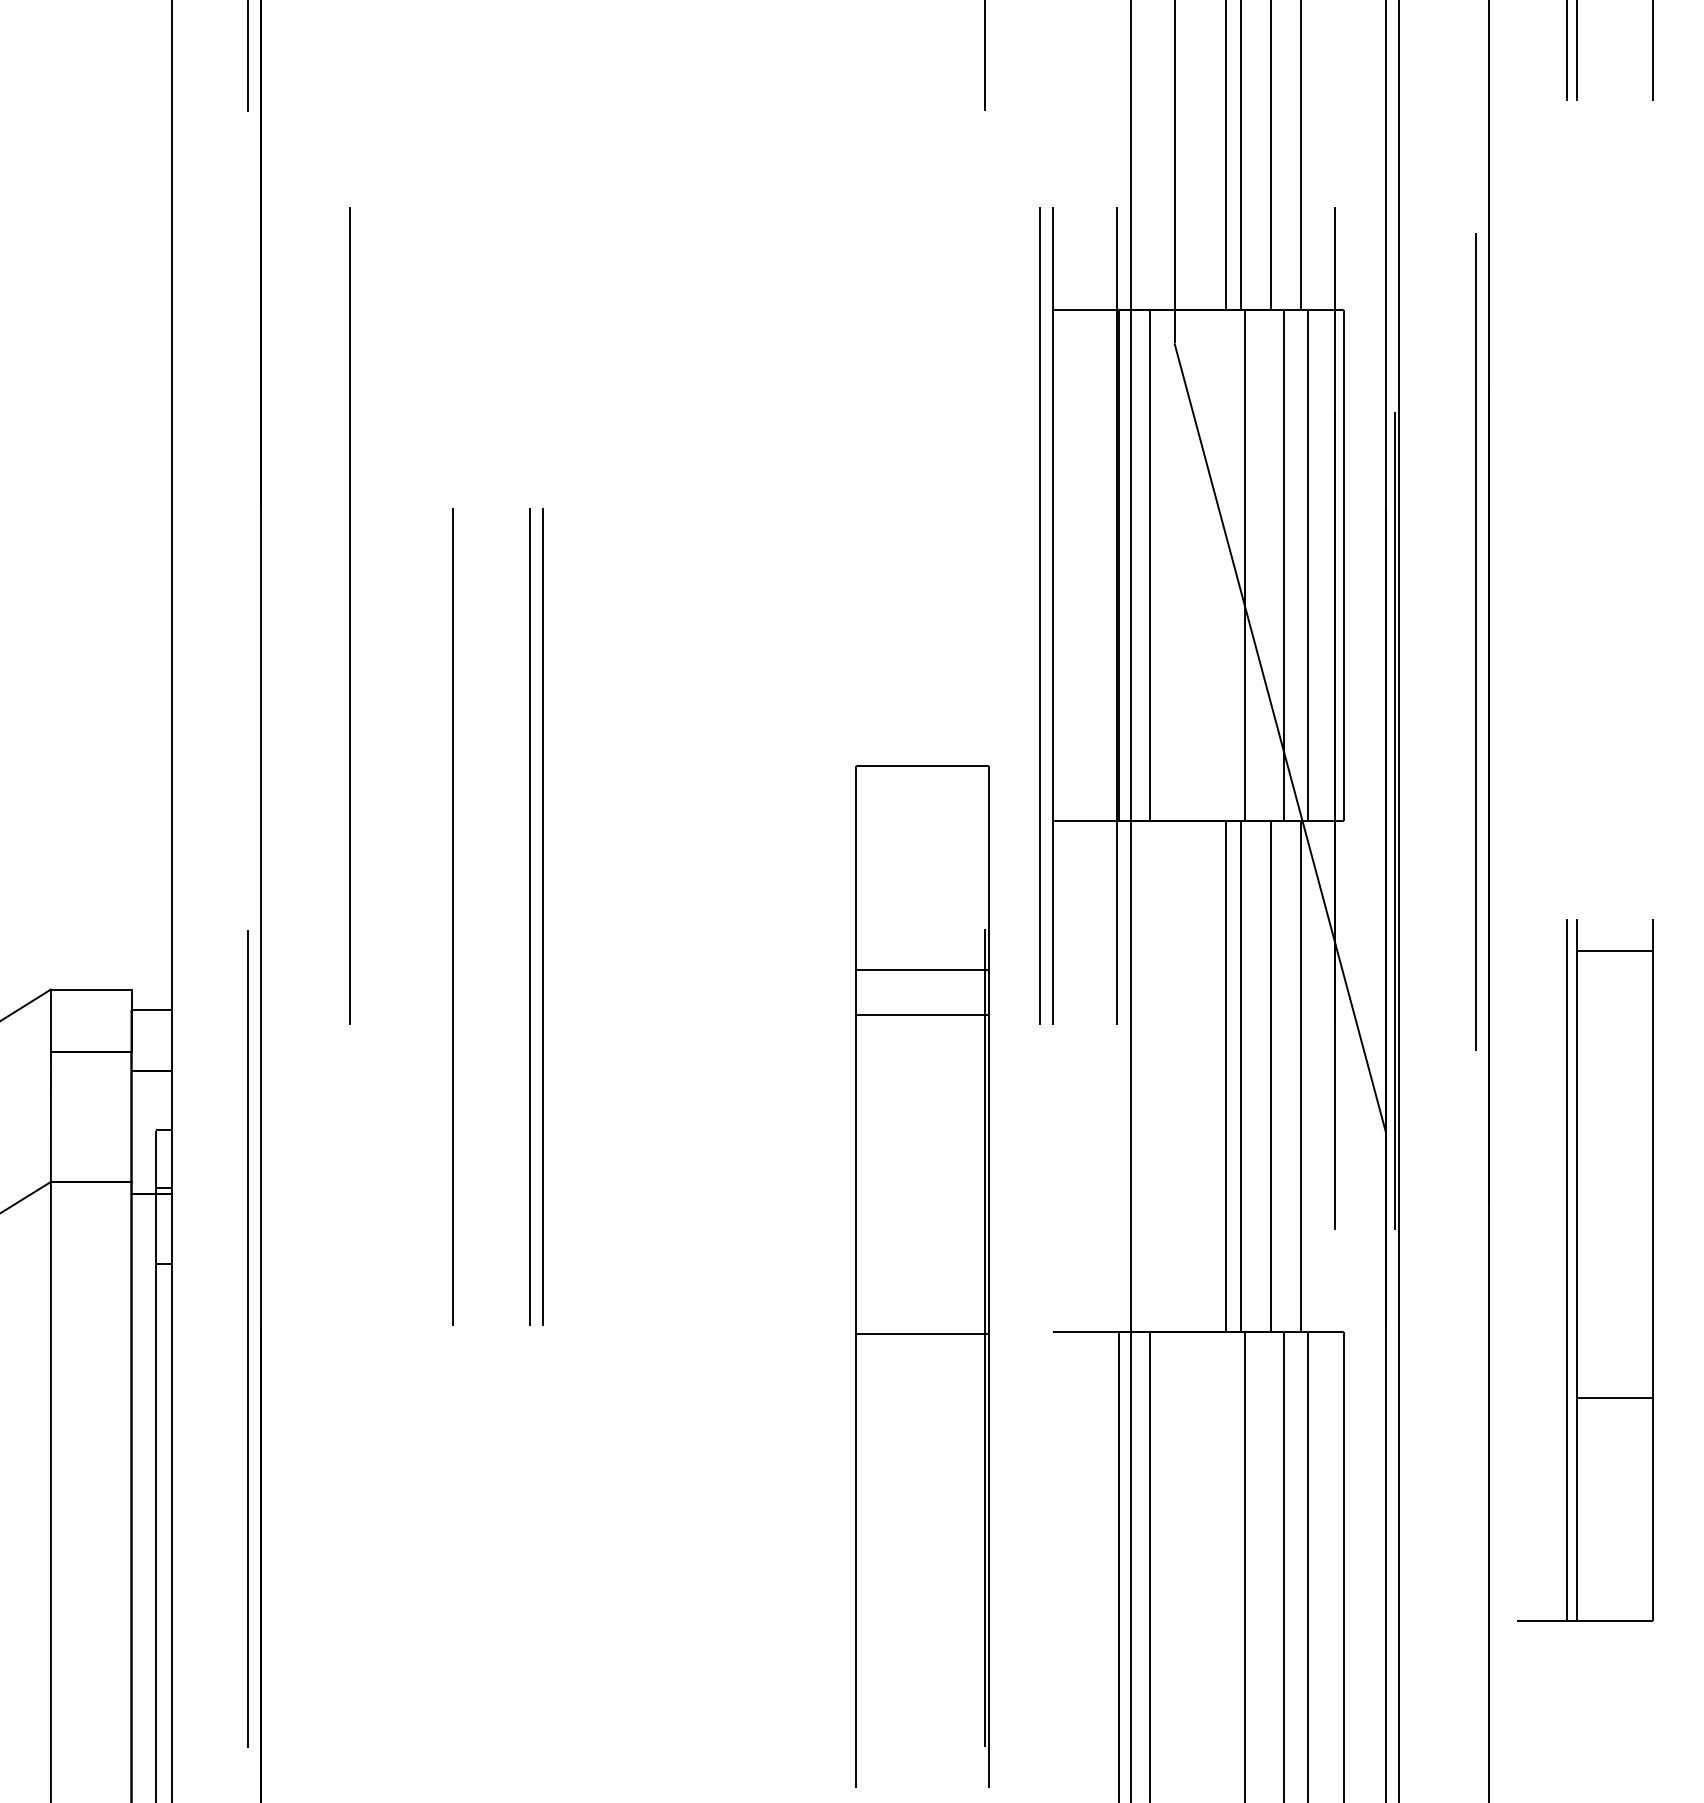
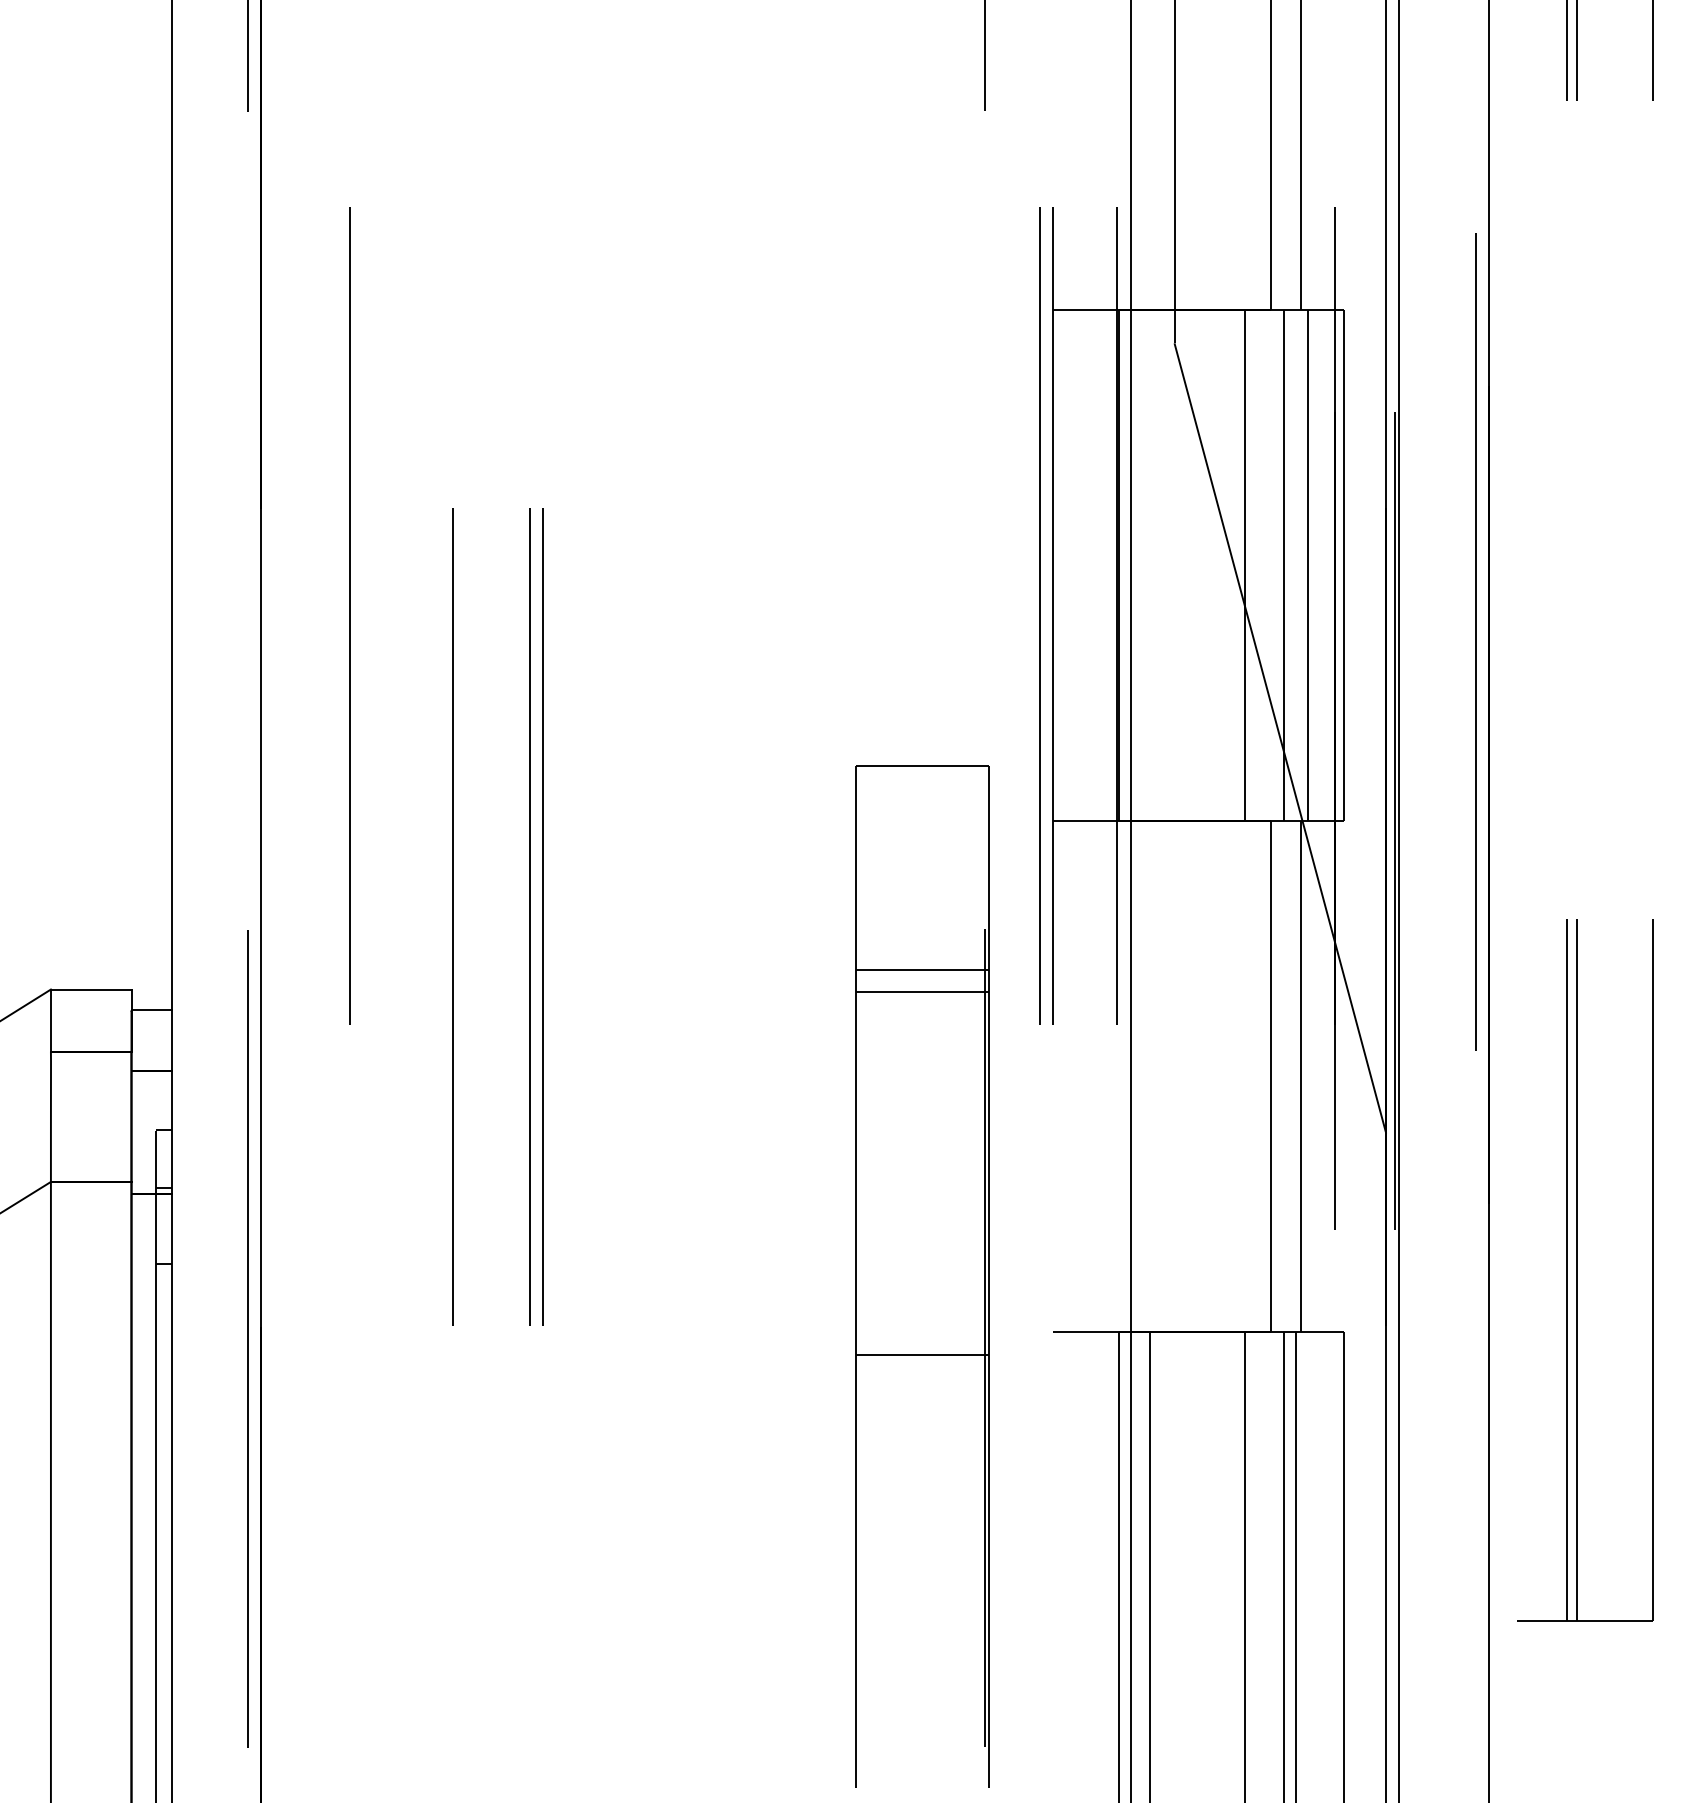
line at (1225, 155): present -> none
line at (1240, 155): present -> none
line at (1149, 564): present -> none
line at (1614, 951): present -> none
line at (922, 1014) position: (922, 1014) -> (922, 991)
line at (1225, 1076): present -> none
line at (1240, 1076): present -> none
line at (922, 1334) position: (922, 1334) -> (922, 1355)
line at (1614, 1398): present -> none
line at (1308, 1565) position: (1308, 1565) -> (1296, 1565)
